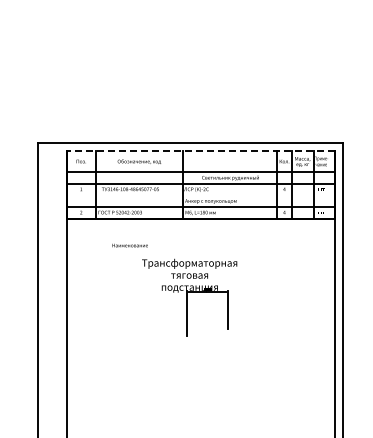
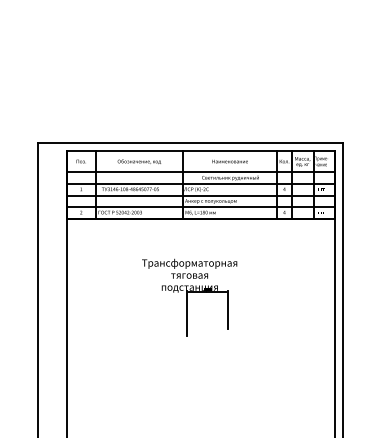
line at (200, 150): dashed -> solid
line at (200, 195): none -> present
text at (129, 245) position: (129, 245) -> (229, 161)
